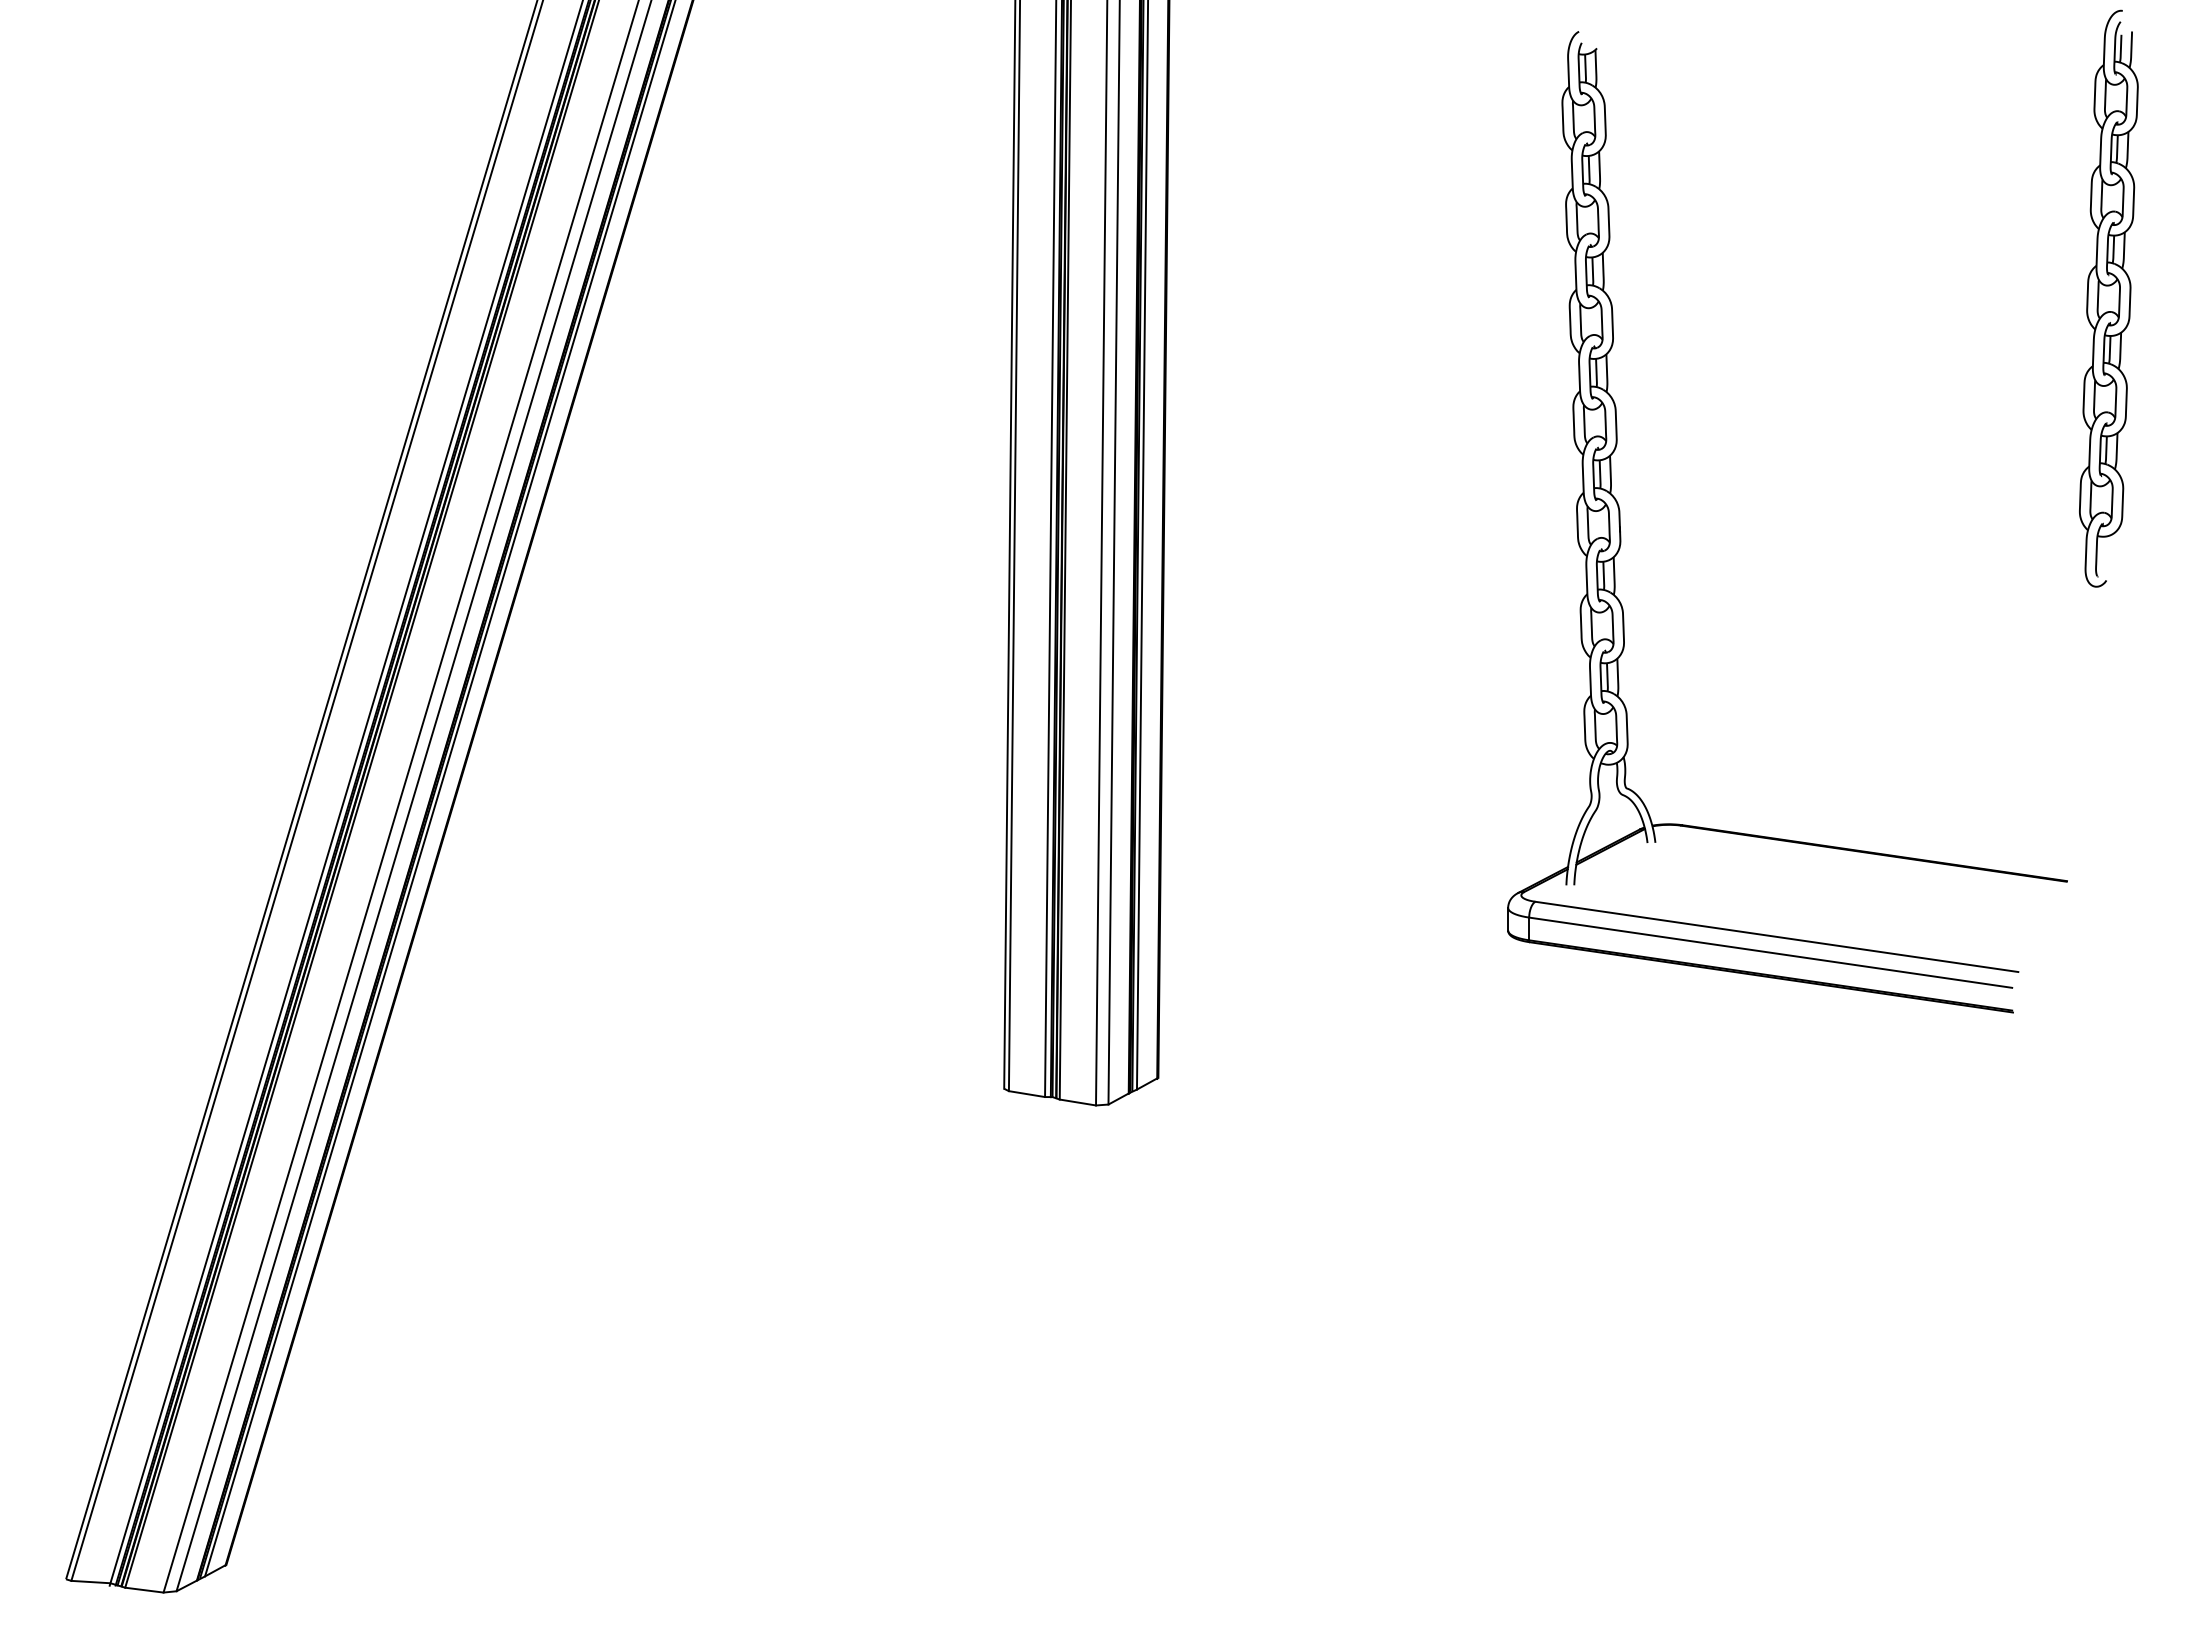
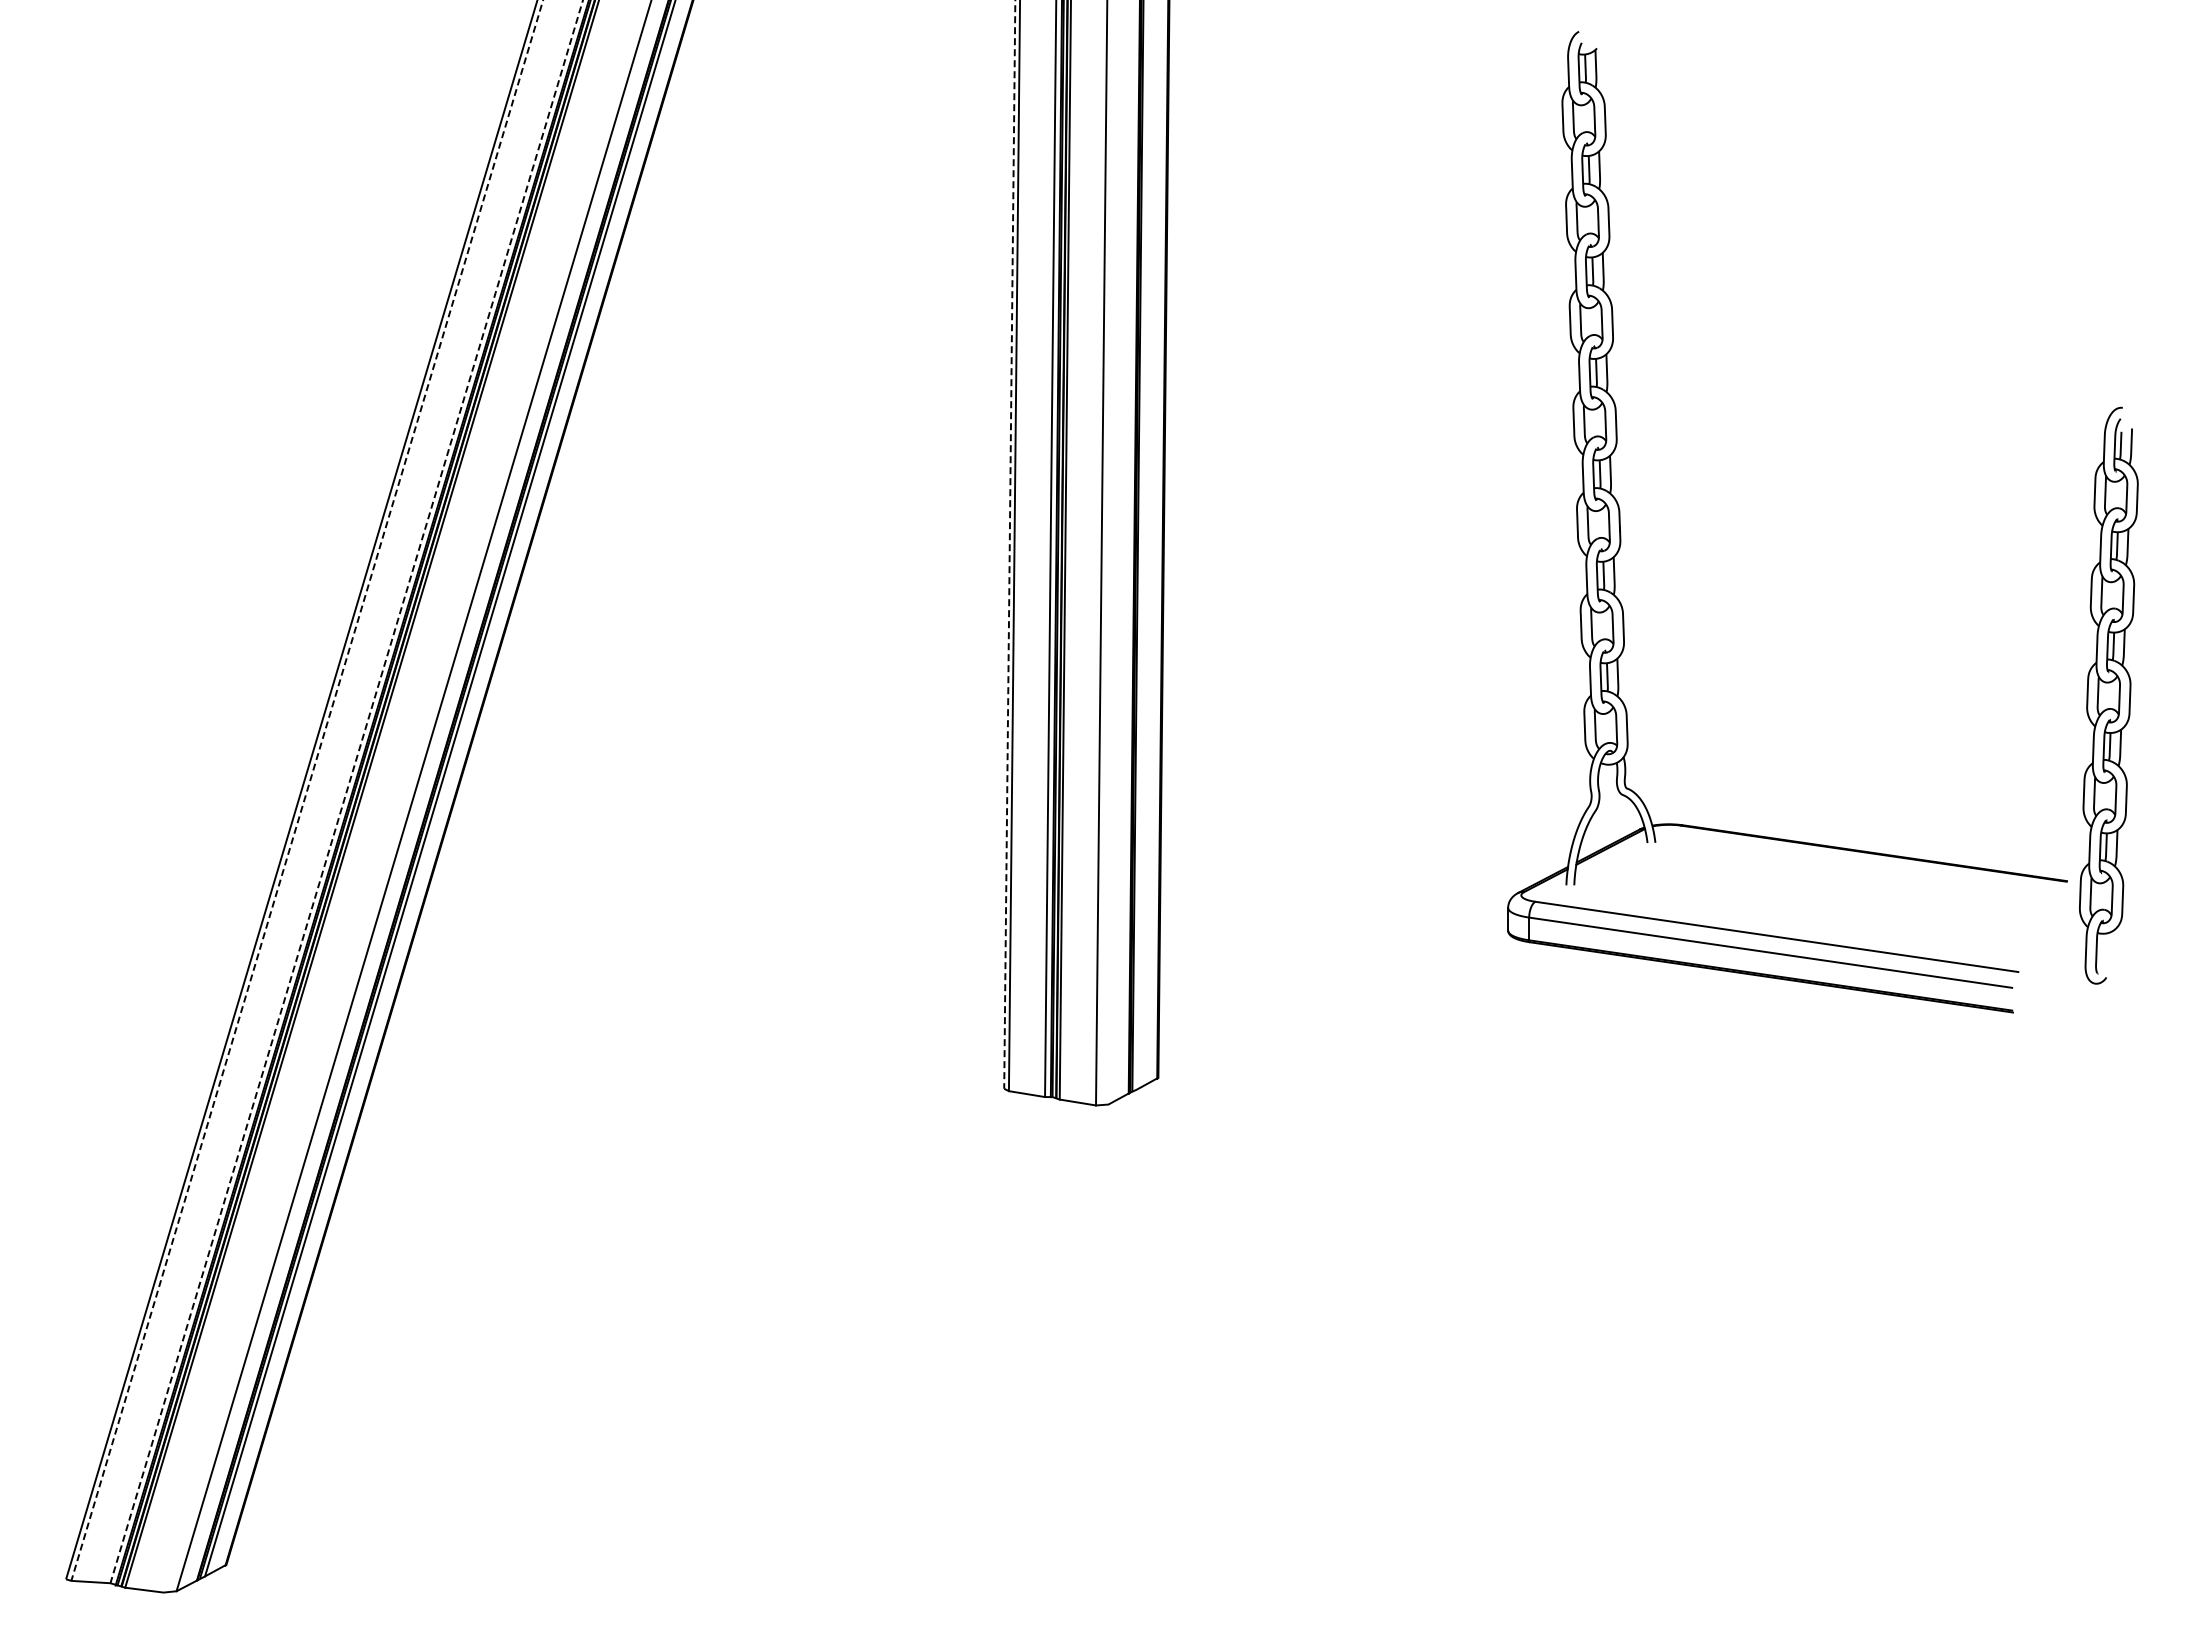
part at (2108, 298) position: (2108, 298) -> (2108, 695)
line at (1009, 544): solid -> dashed
line at (1142, 545): present -> none
line at (1113, 553): present -> none
line at (307, 791): solid -> dashed
line at (346, 793): solid -> dashed
line at (400, 797): present -> none
